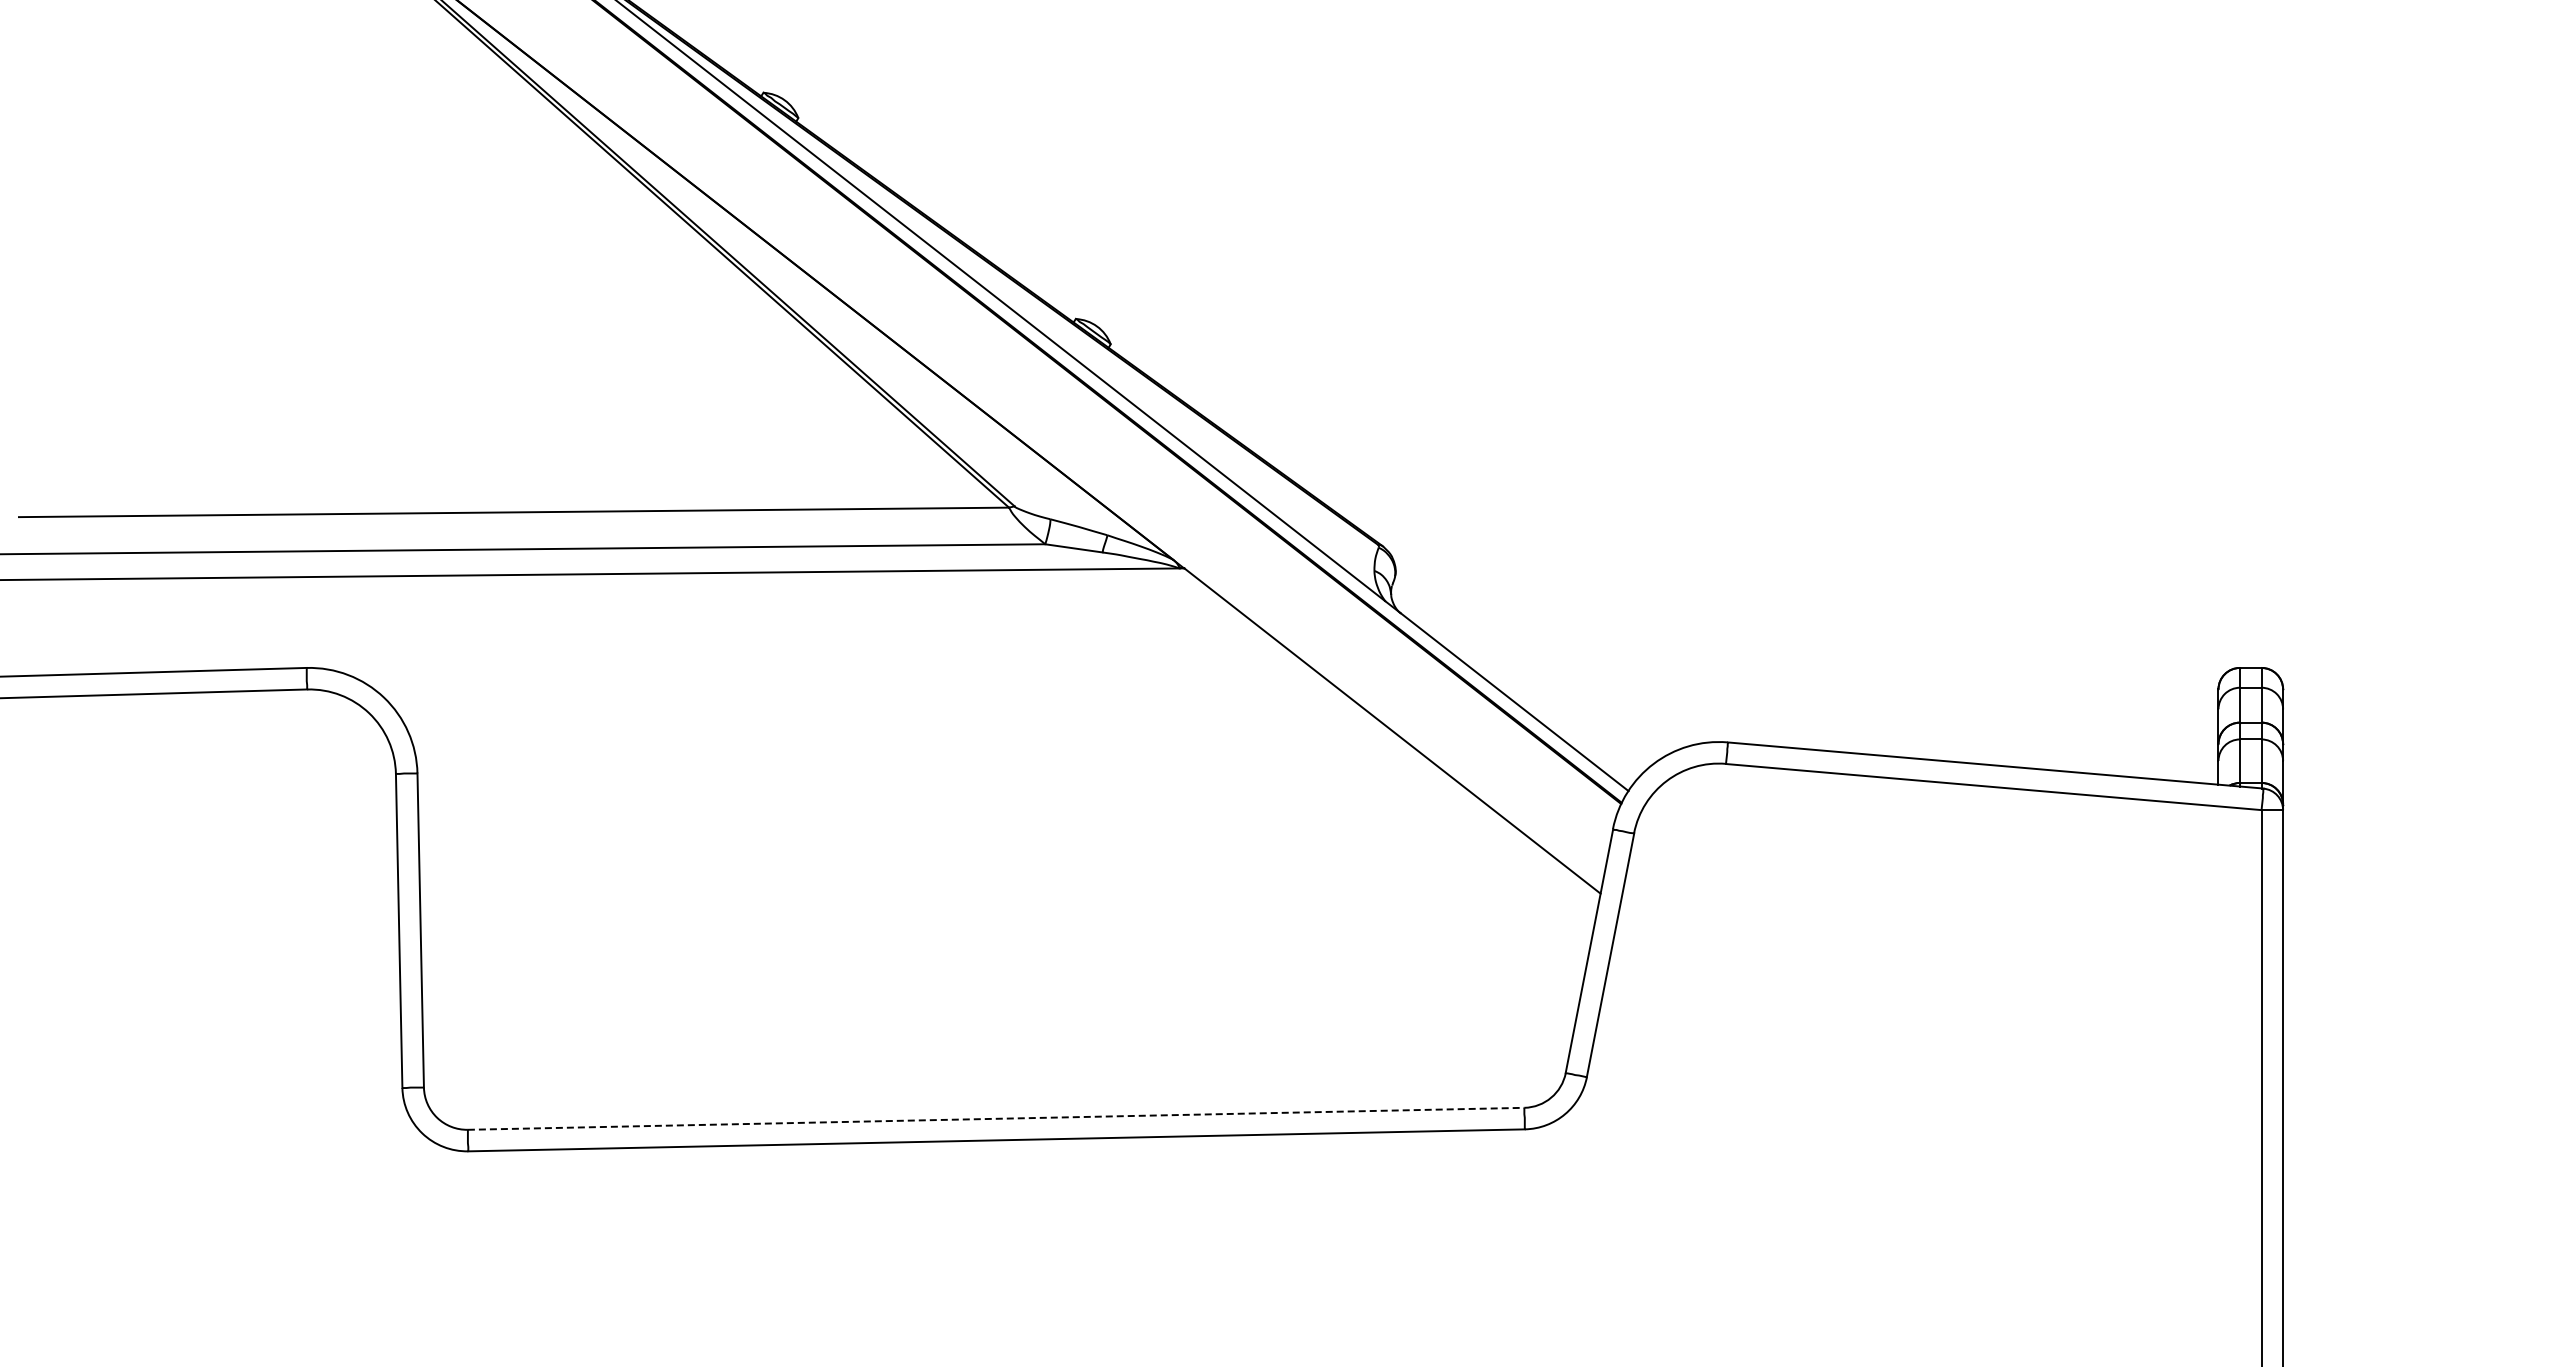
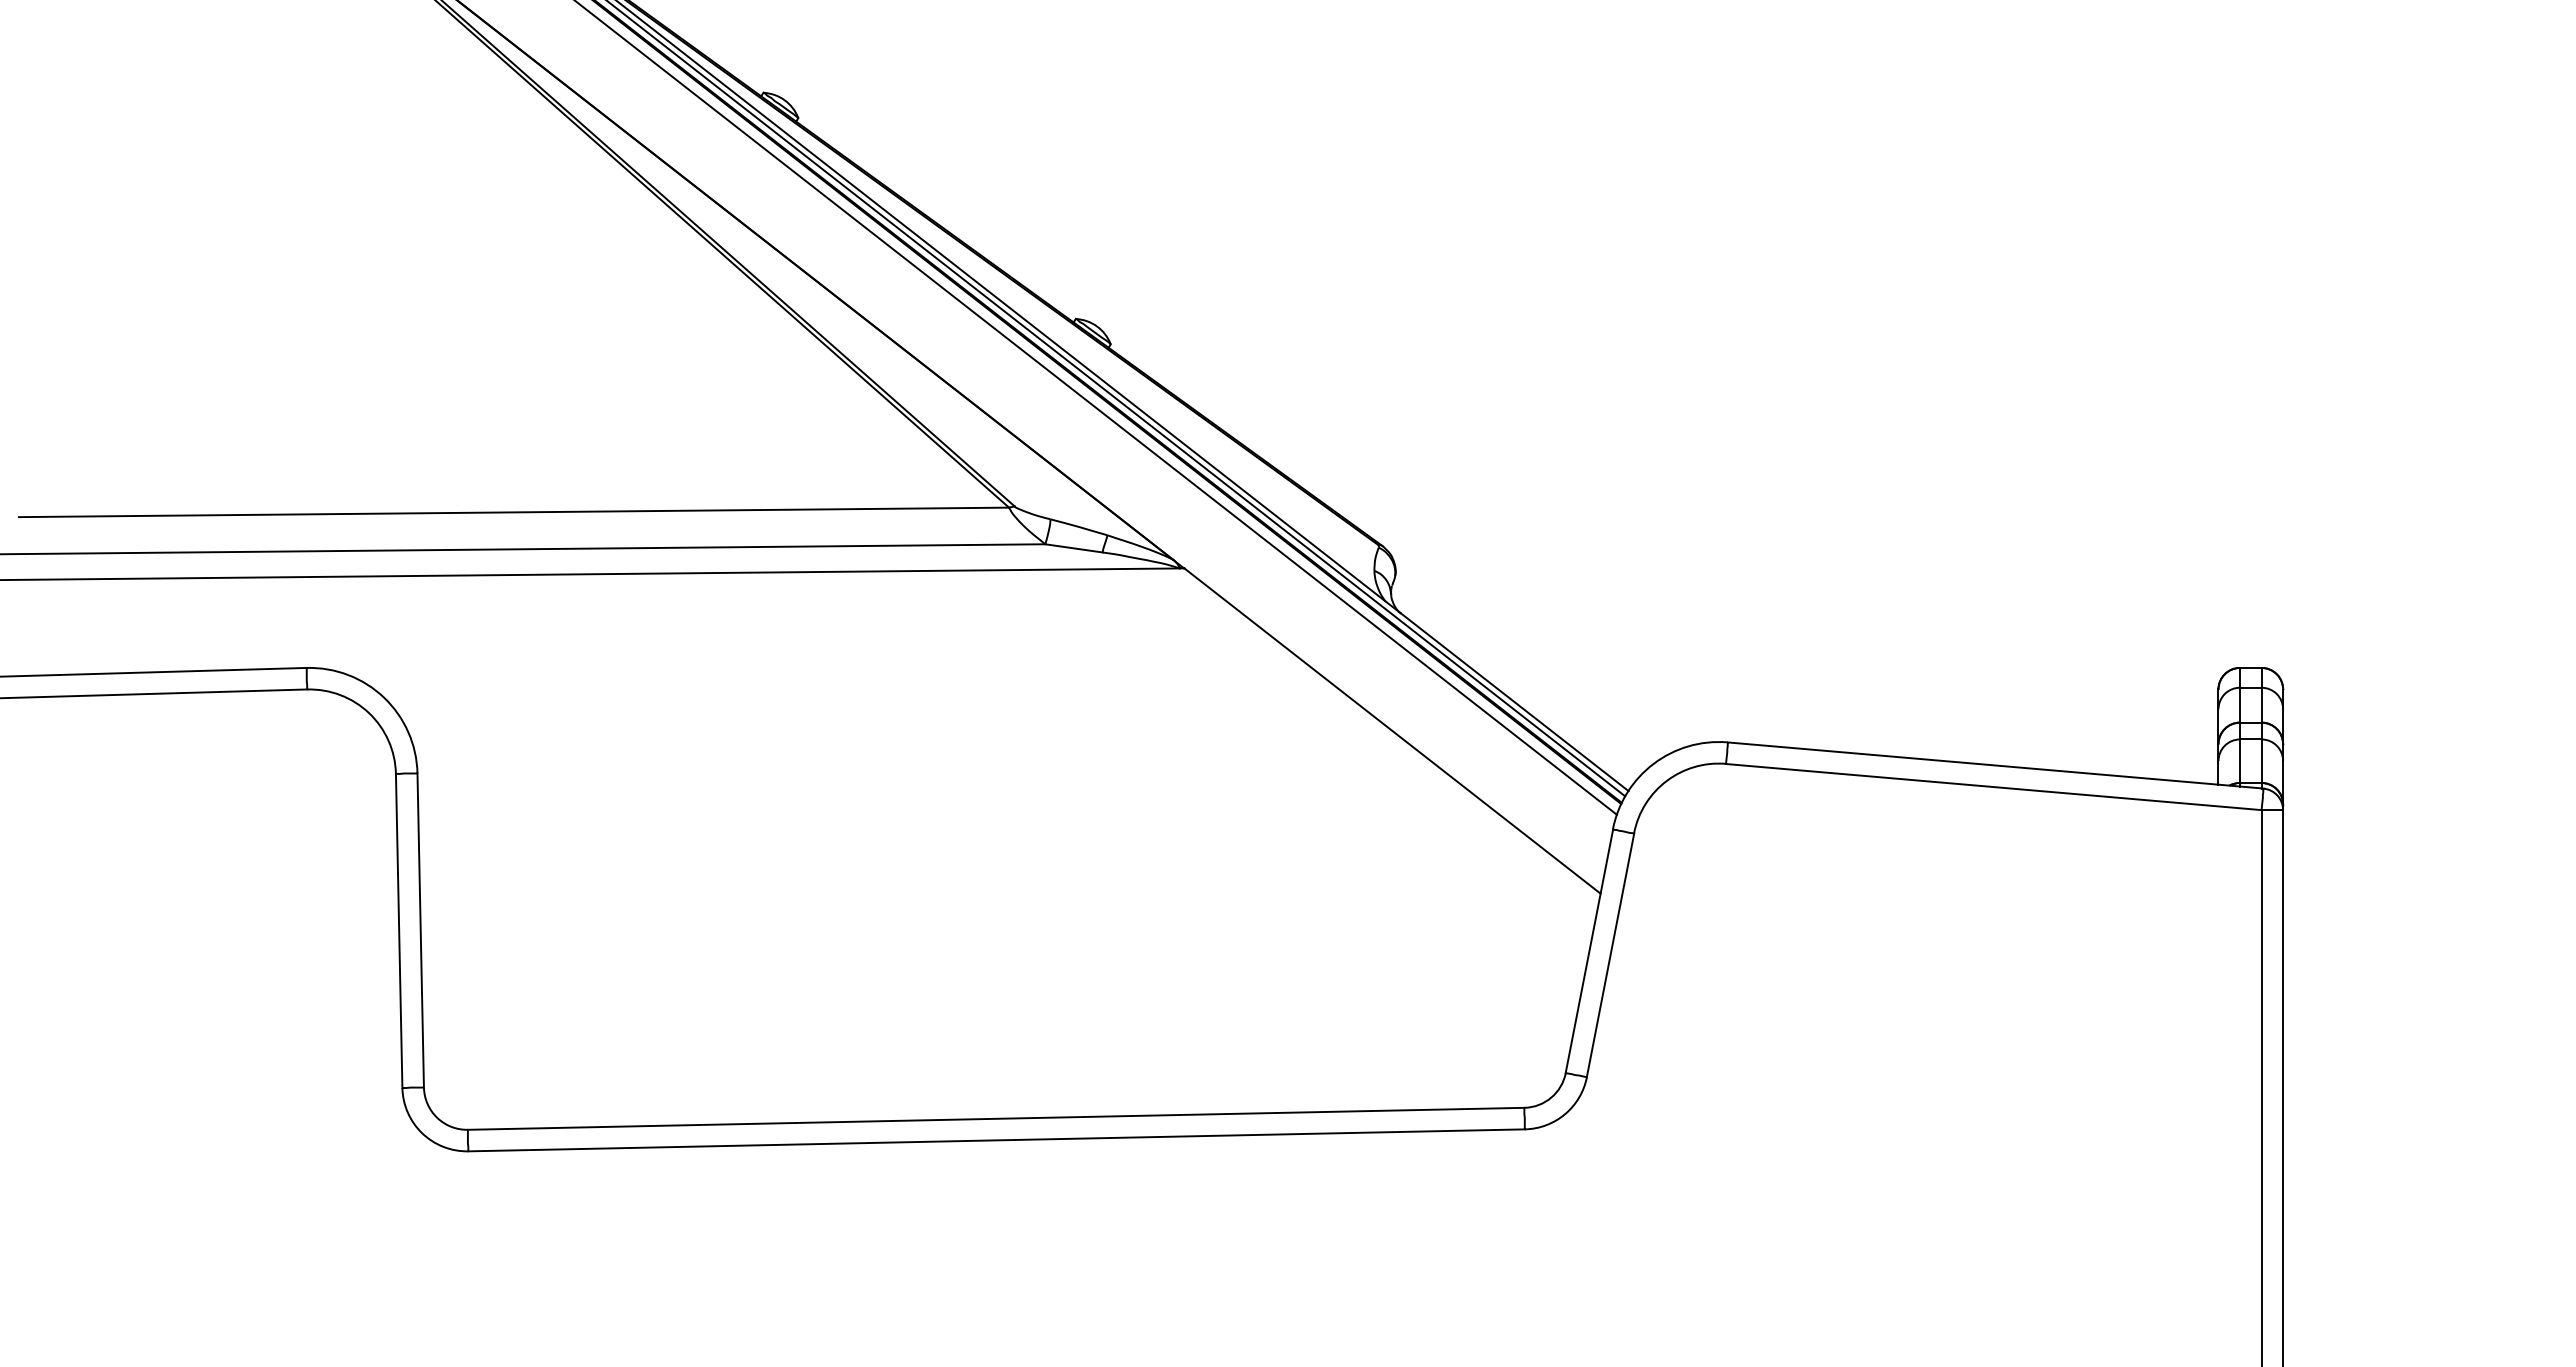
line at (1117, 399): none -> present
line at (1096, 408): none -> present
line at (996, 1118): dashed -> solid
